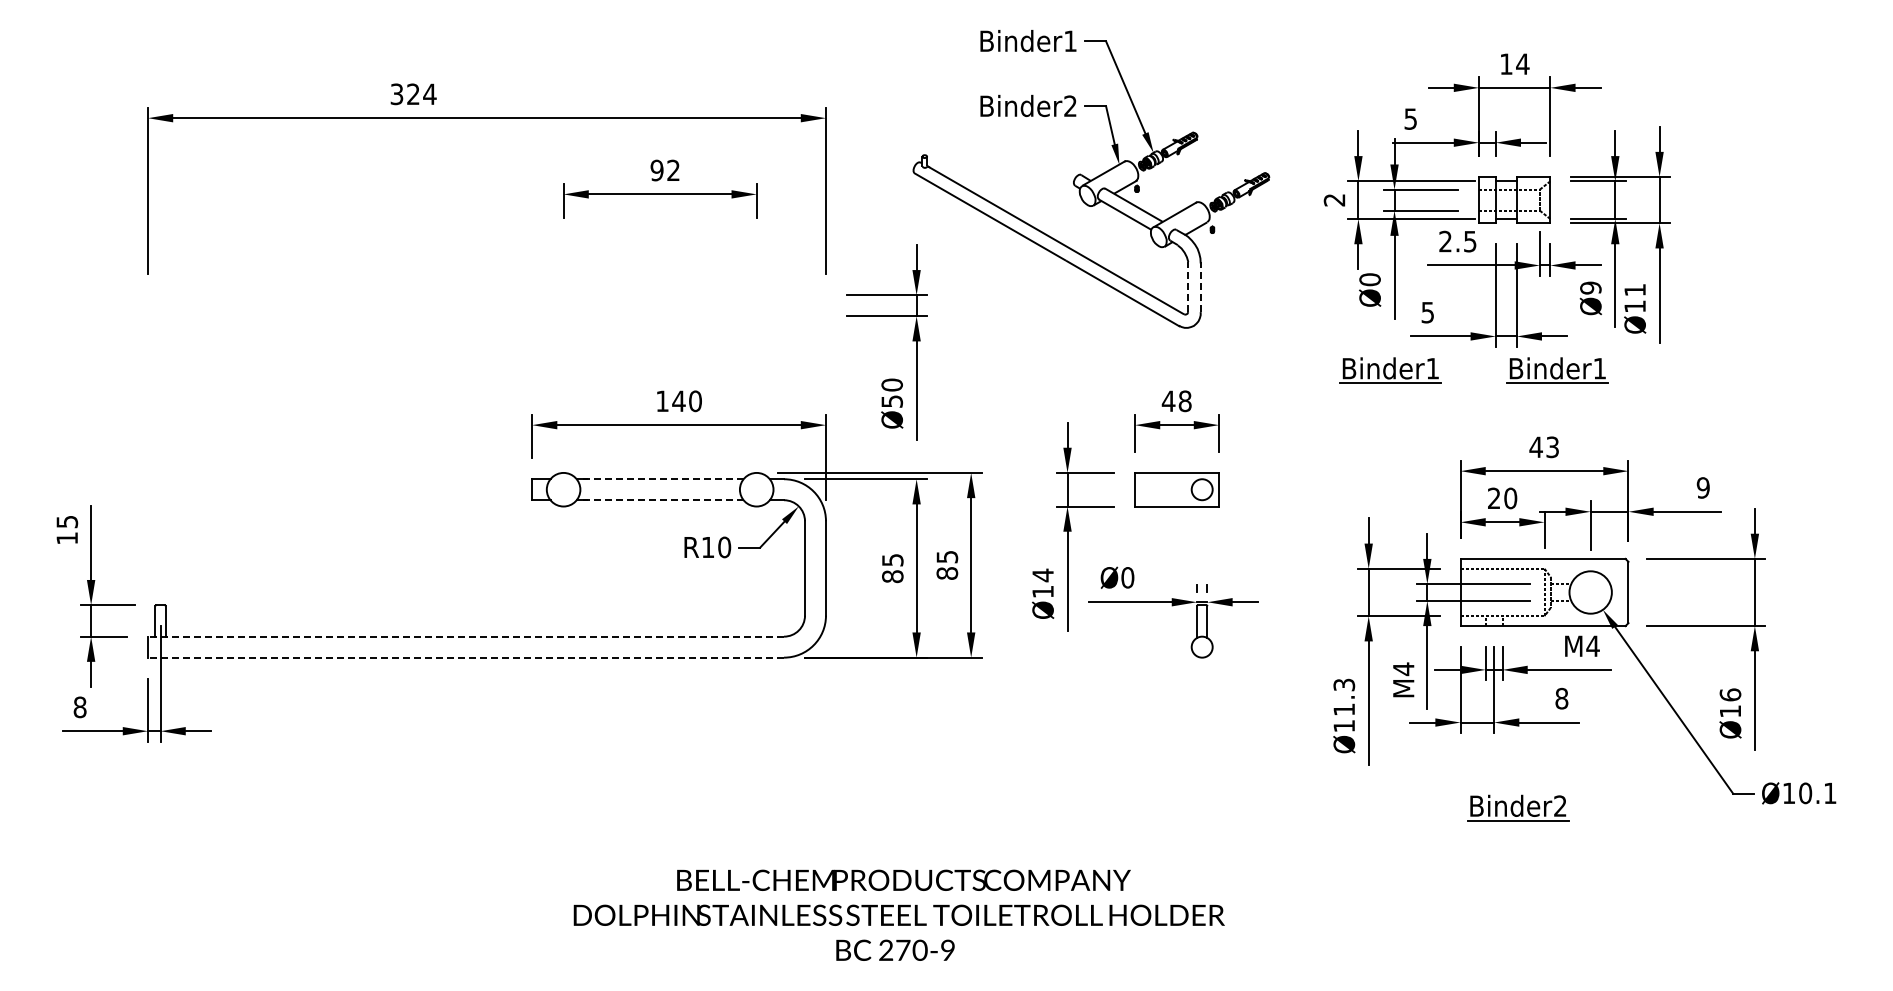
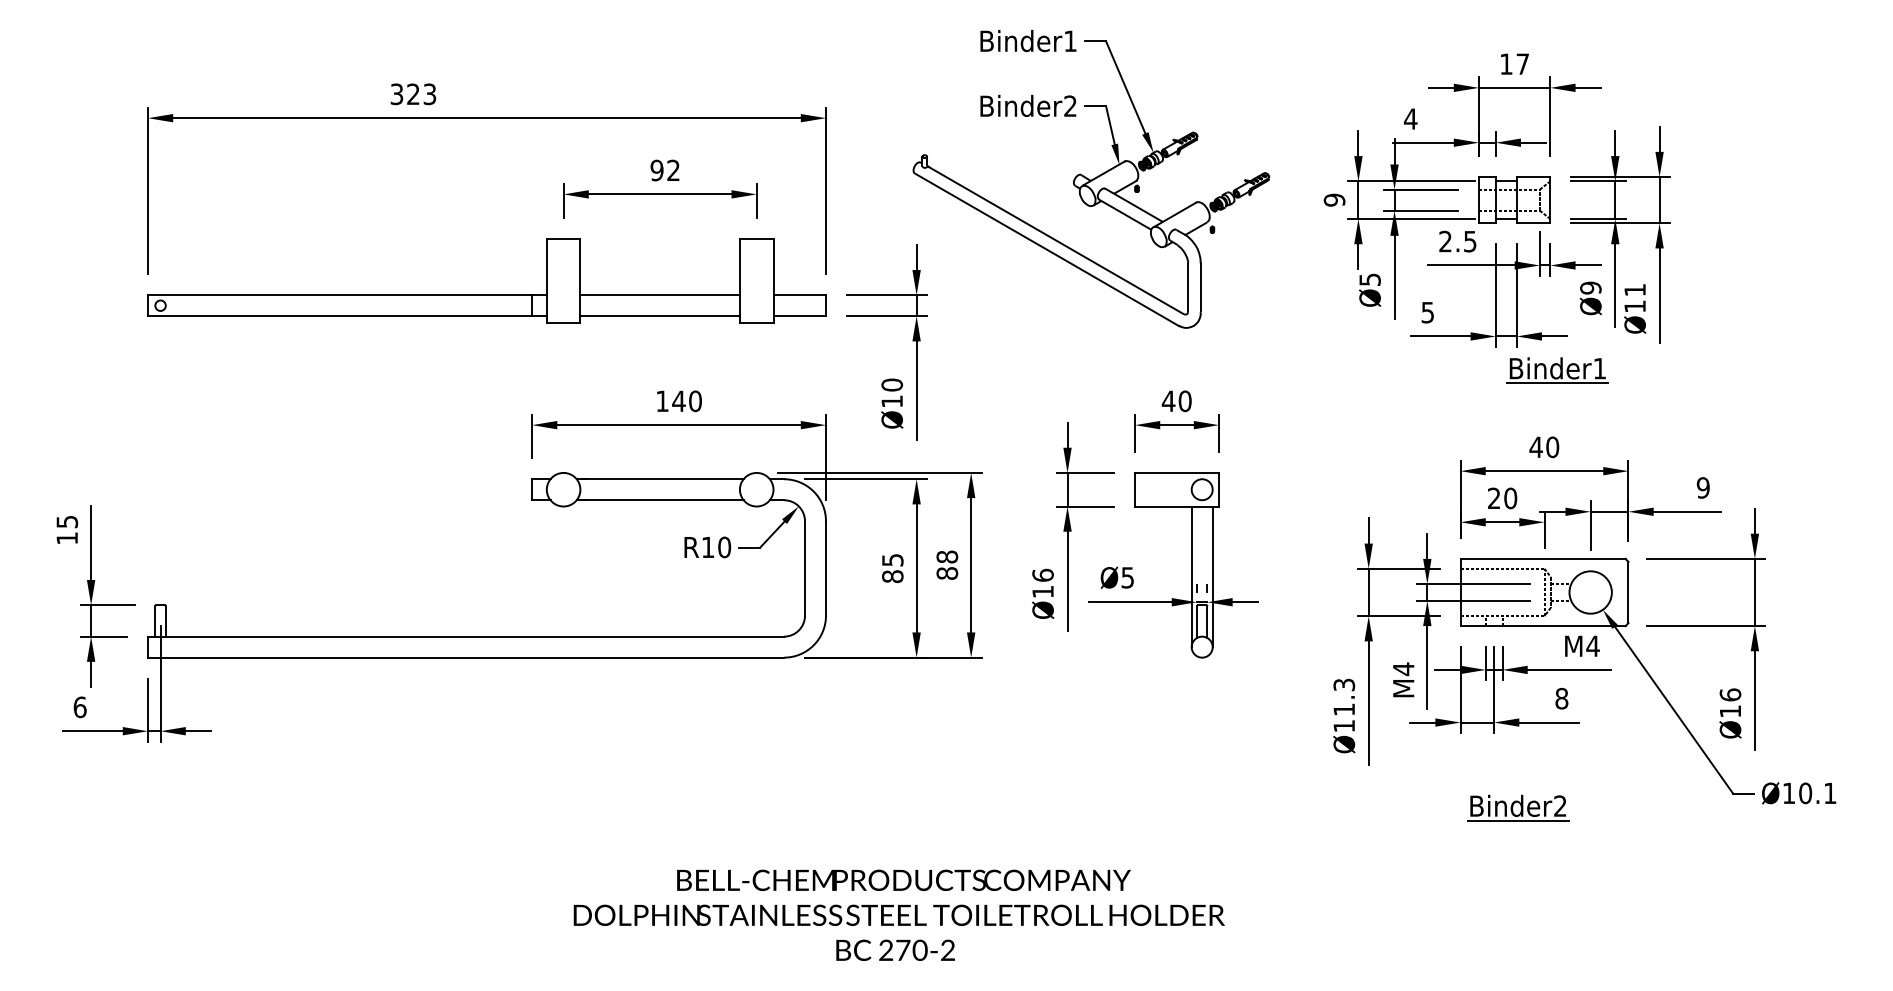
text at (1522, 63): 14 -> 17
text at (429, 94): 324 -> 323
text at (1410, 118): 5 -> 4
text at (1334, 199): 2 -> 9
text at (1369, 279): Ø0 -> Ø5
line at (1188, 286): dashed -> solid
line at (1200, 286): dashed -> solid
part at (486, 294): none -> present
part at (1390, 370): present -> none
text at (1184, 400): 48 -> 40
text at (892, 401): Ø50 -> Ø10
text at (1552, 447): 43 -> 40
line at (662, 479): dashed -> solid
line at (662, 500): dashed -> solid
text at (947, 556): 85 -> 88
text at (1042, 575): Ø14 -> Ø16
line at (1191, 576): none -> present
line at (1212, 576): none -> present
text at (1127, 577): Ø0 -> Ø5
line at (465, 636): dashed -> solid
line at (465, 657): dashed -> solid
text at (79, 706): 8 -> 6
text at (947, 950): 270-9 -> 270-2
